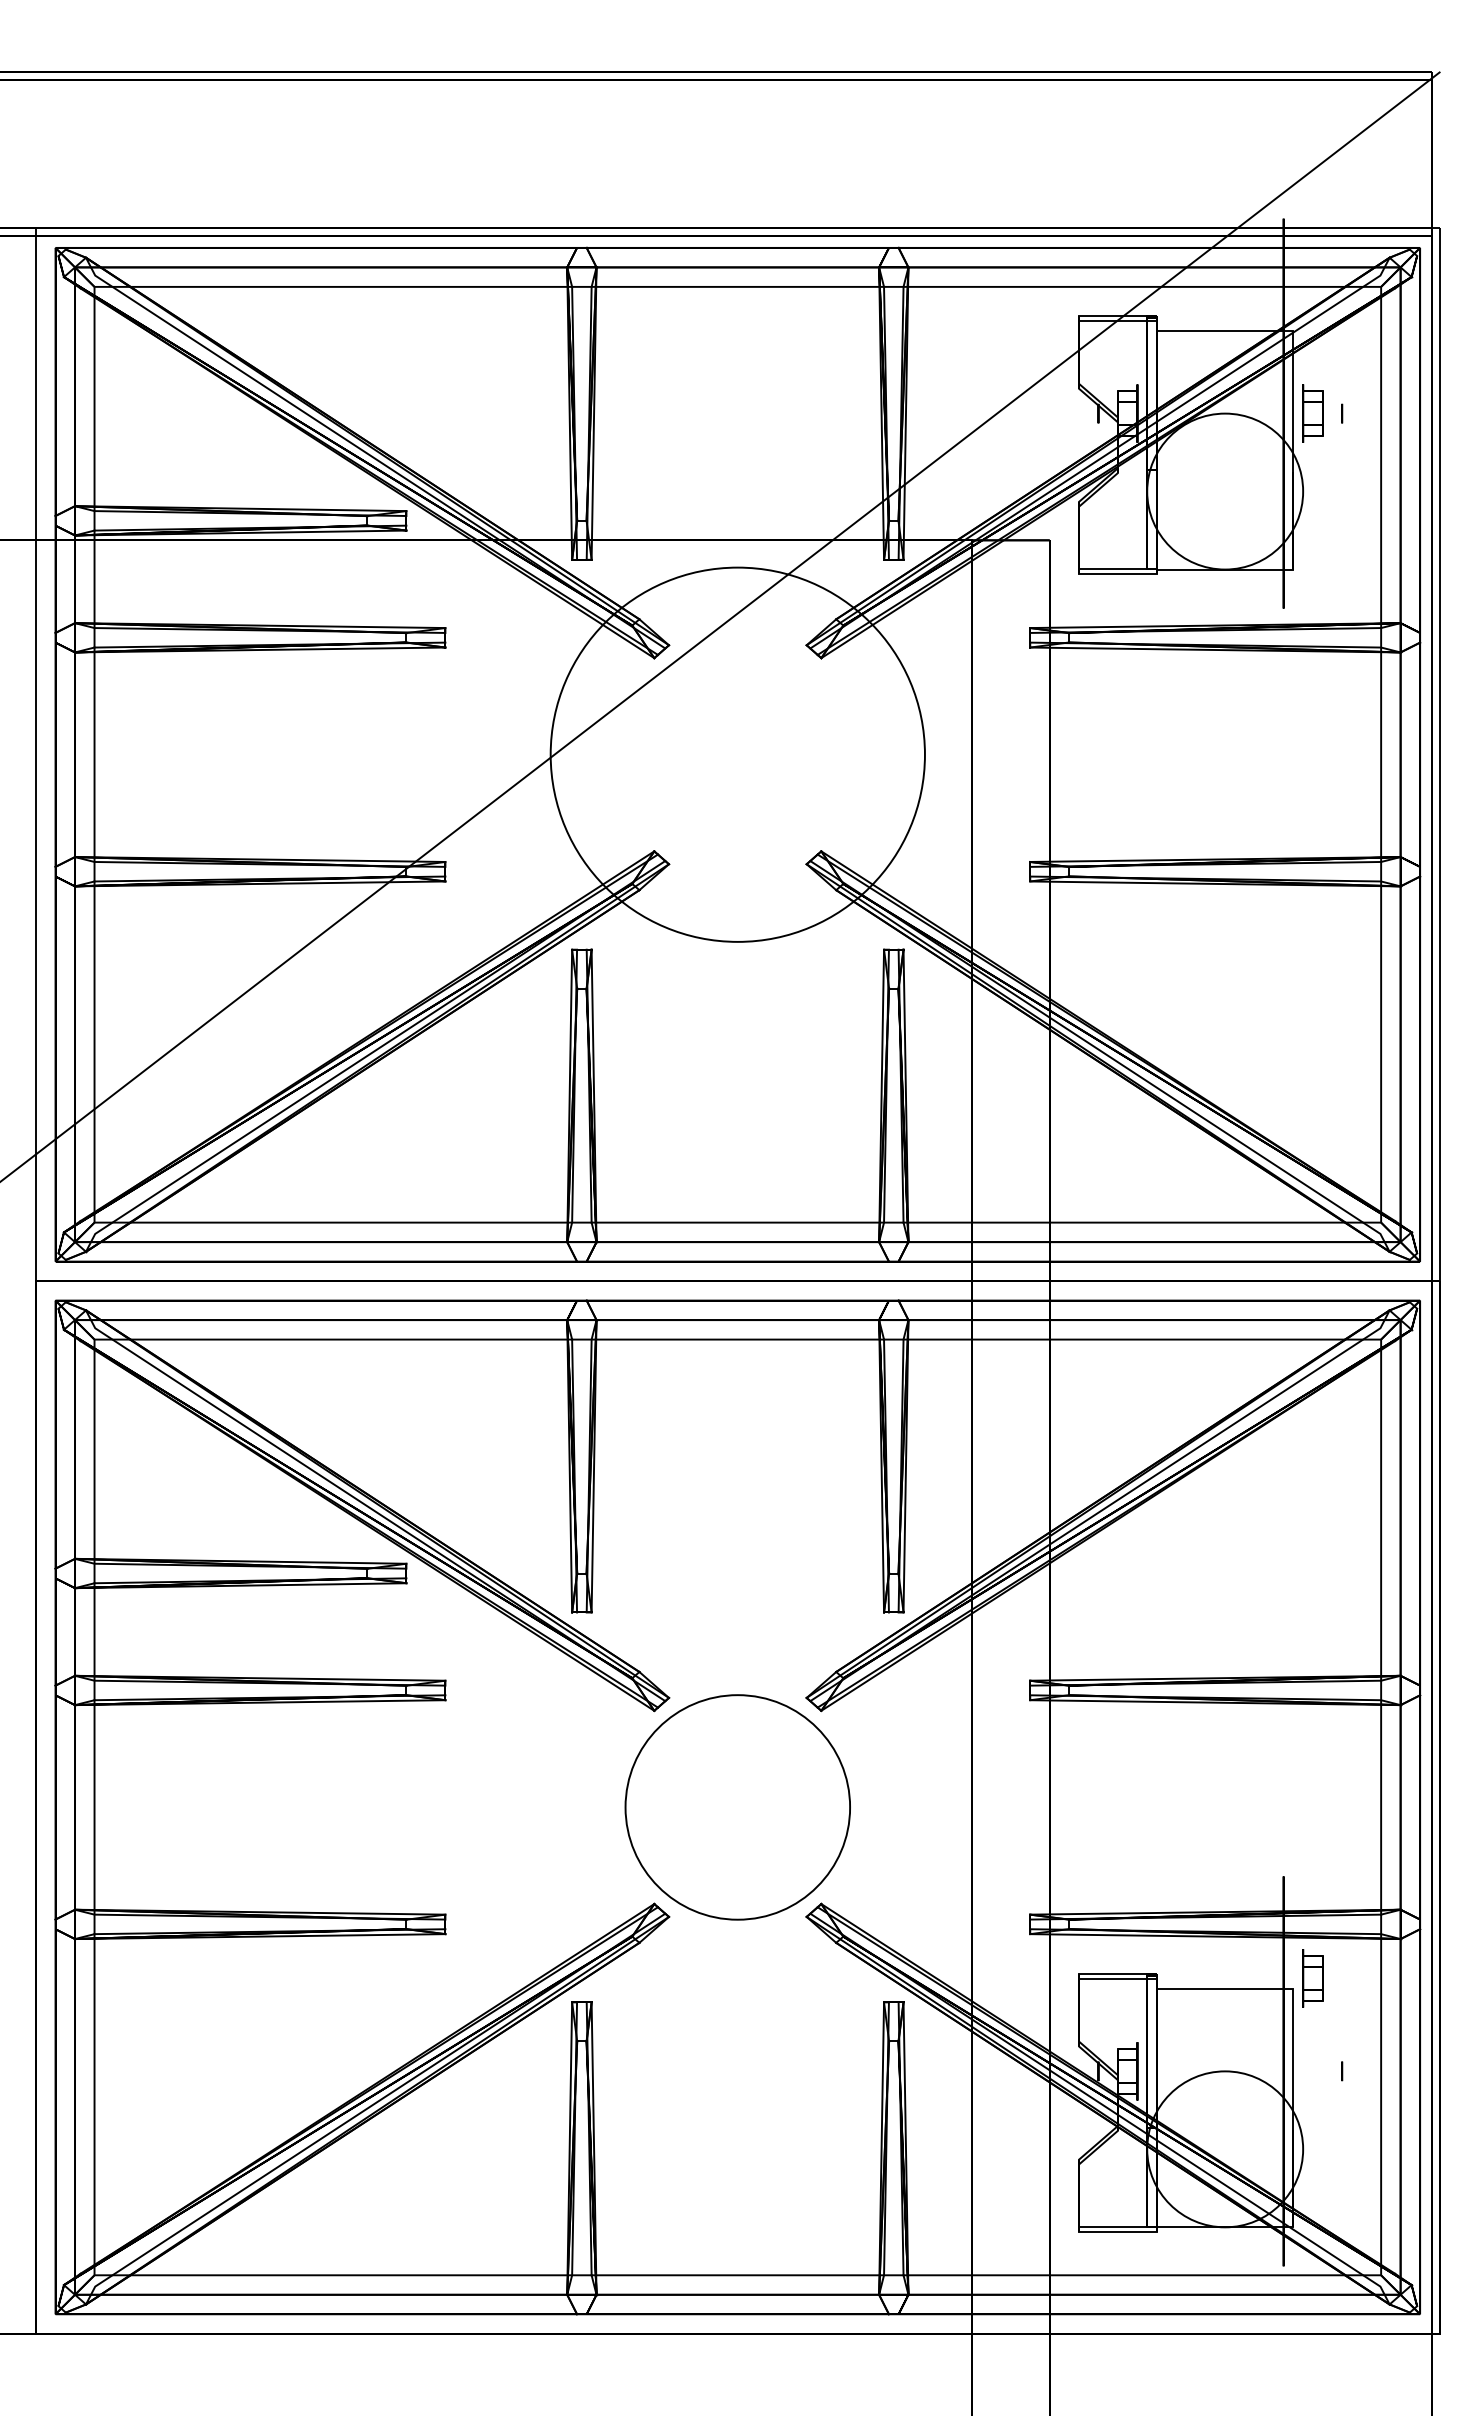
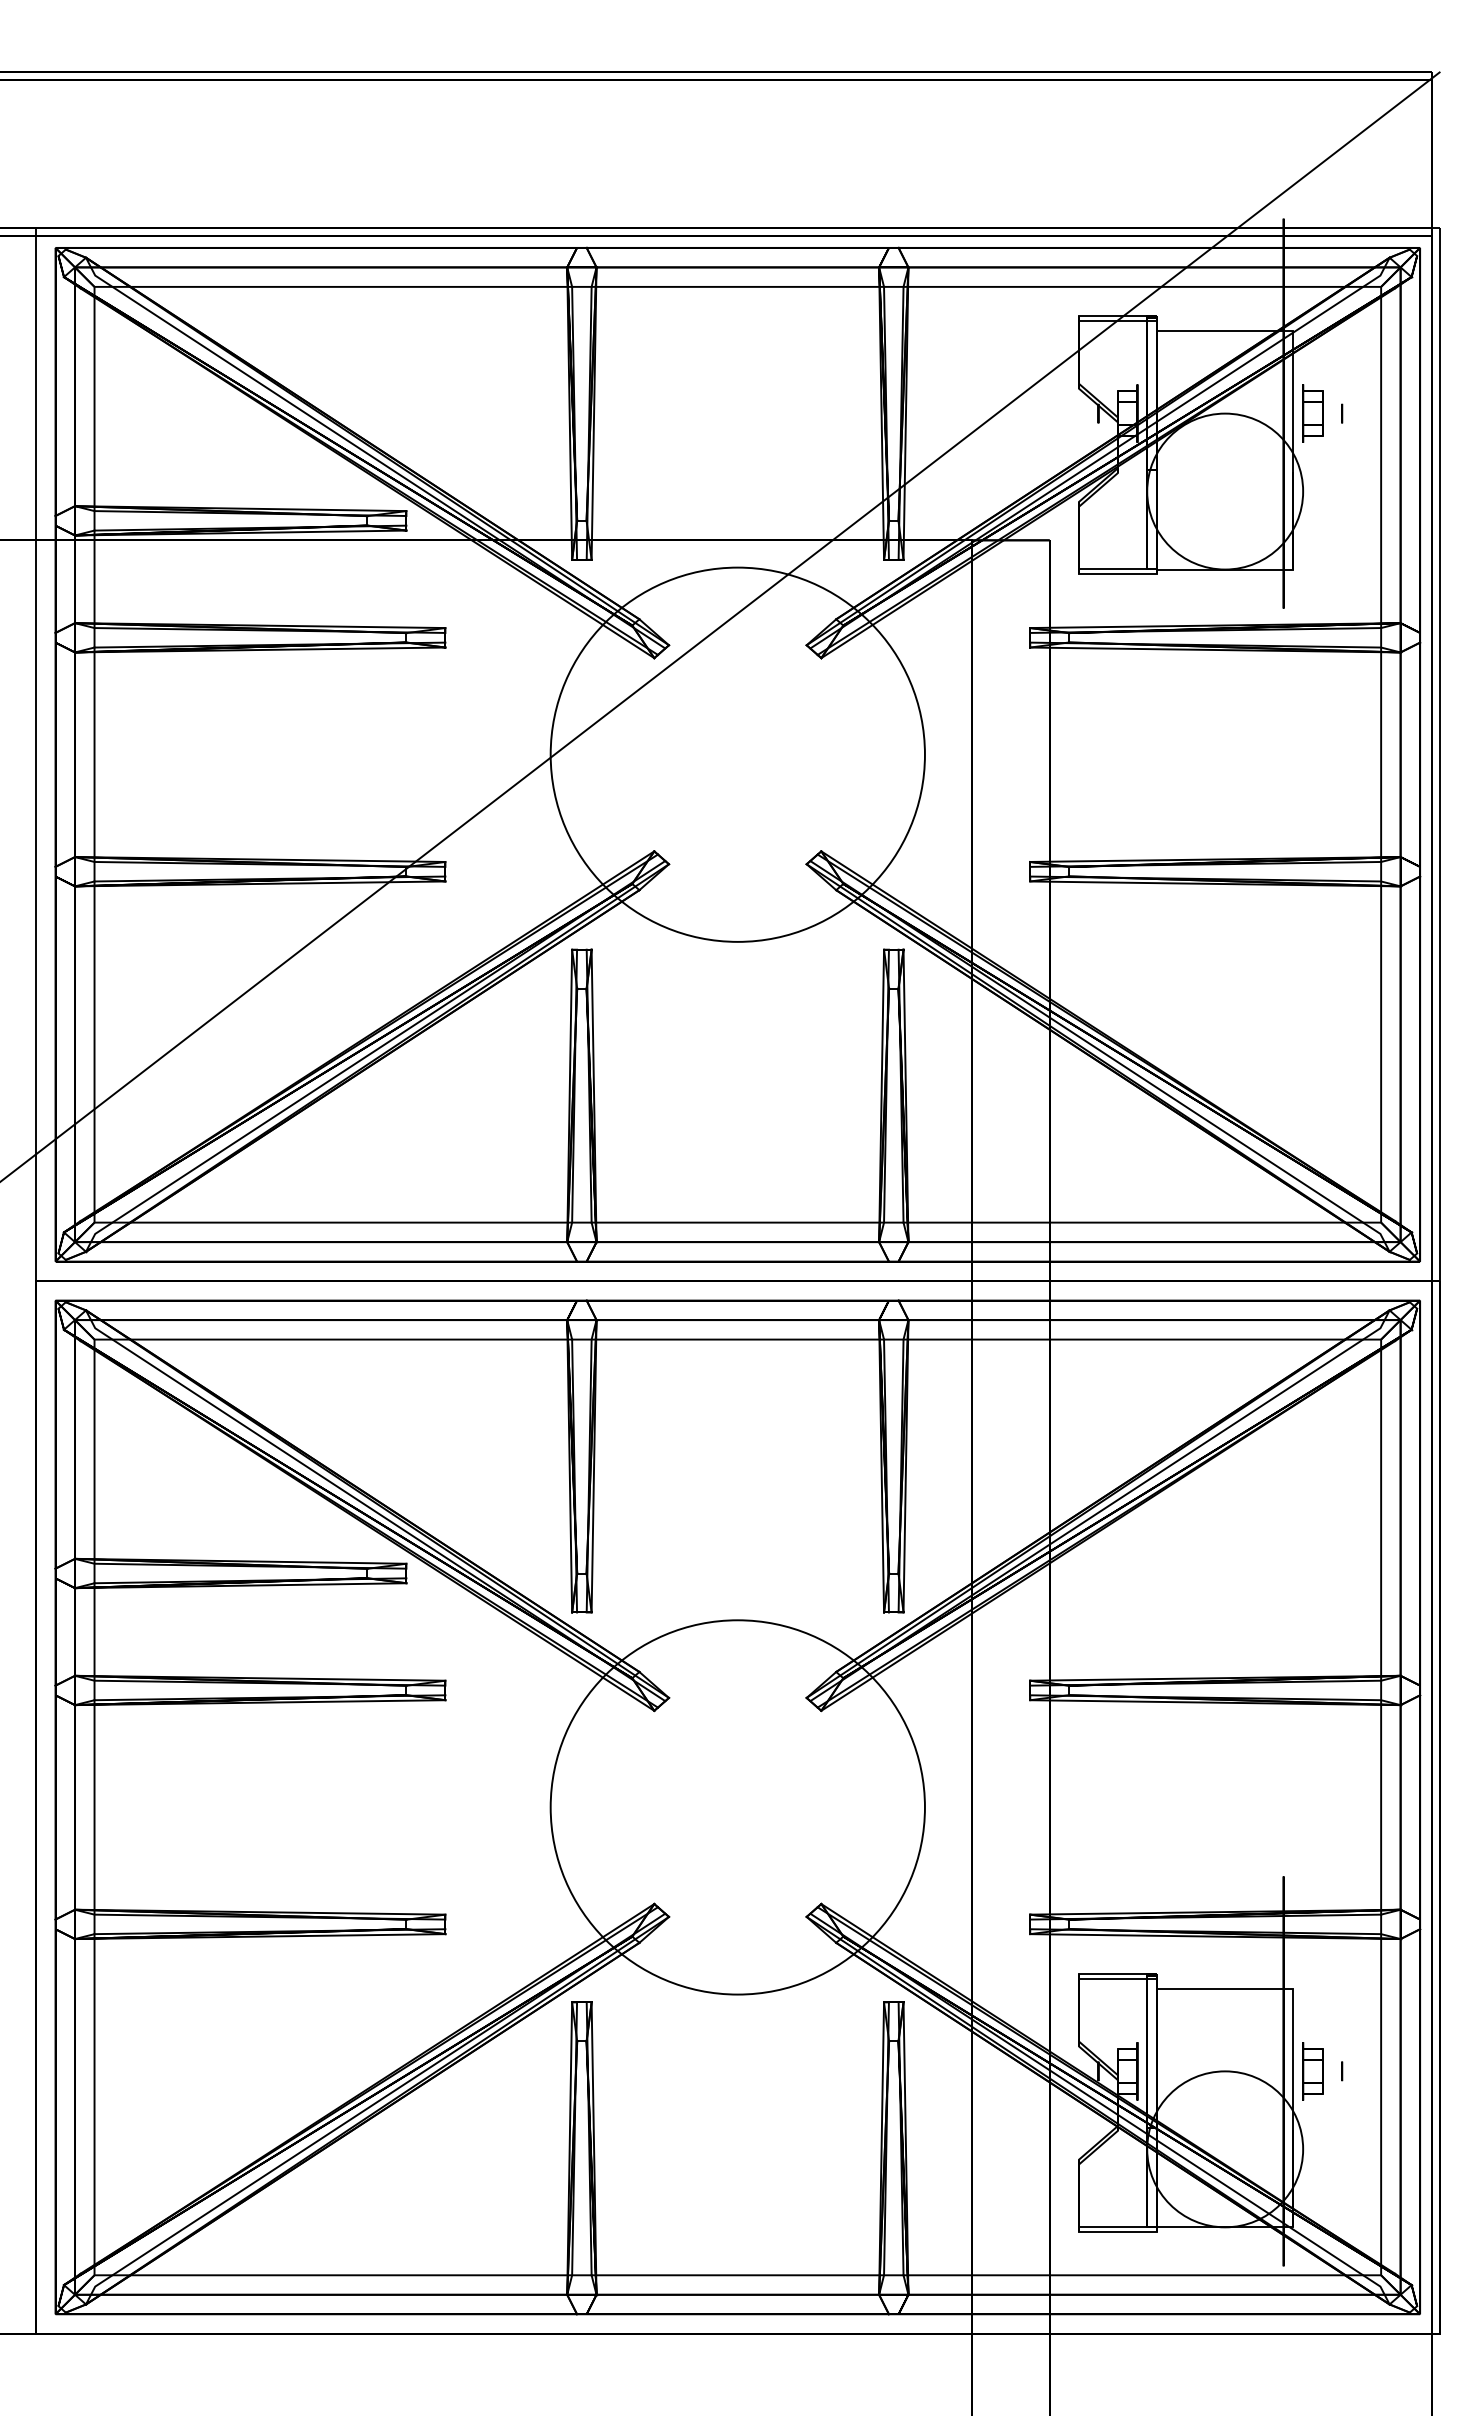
circle at (737, 1807) diameter: 225 px -> 374 px
part at (1312, 1978) position: (1312, 1978) -> (1312, 2071)
